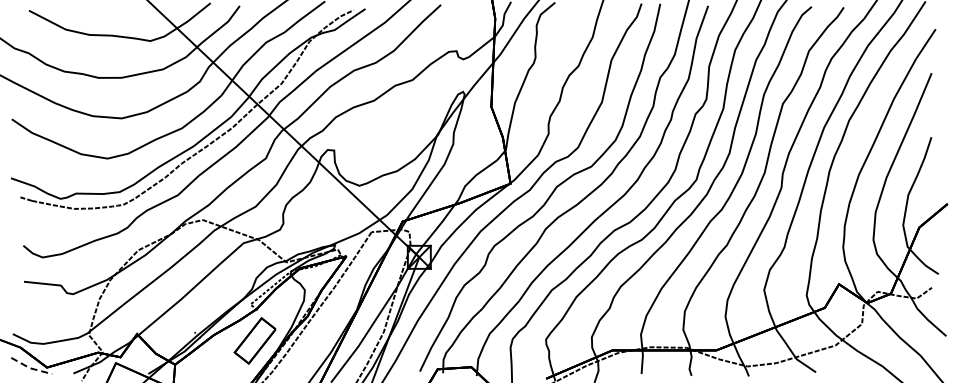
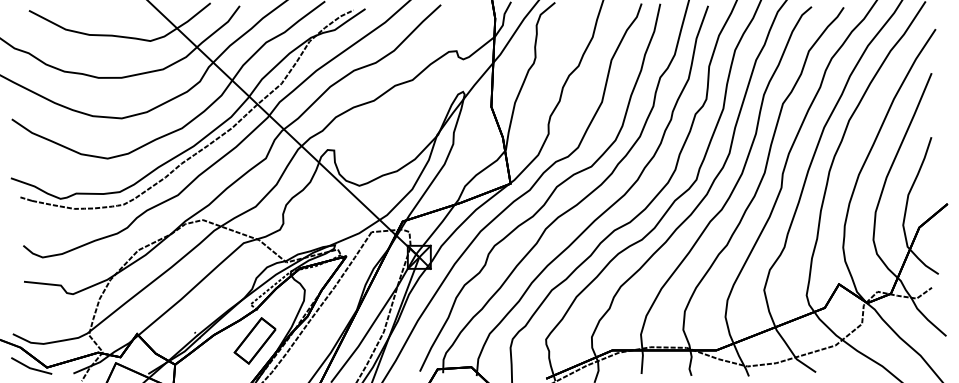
line at (30, 368): dashed -> solid
